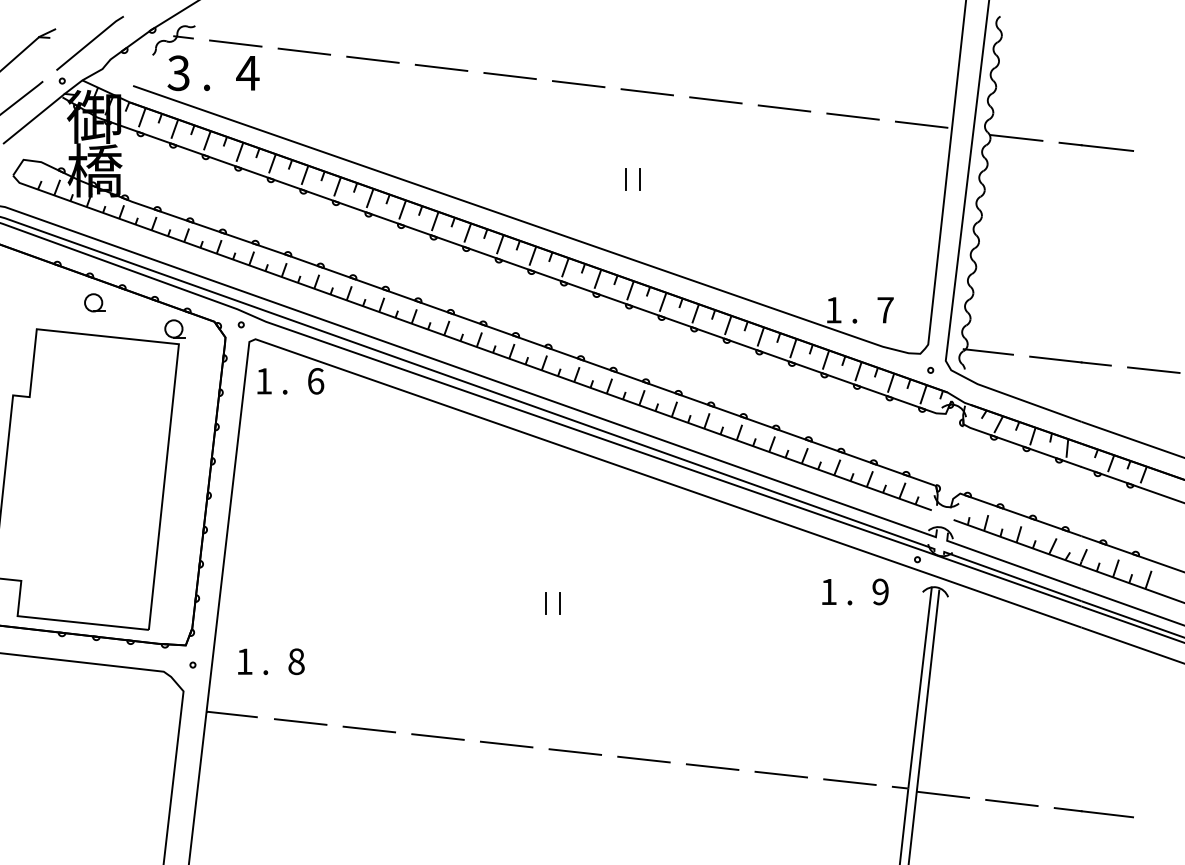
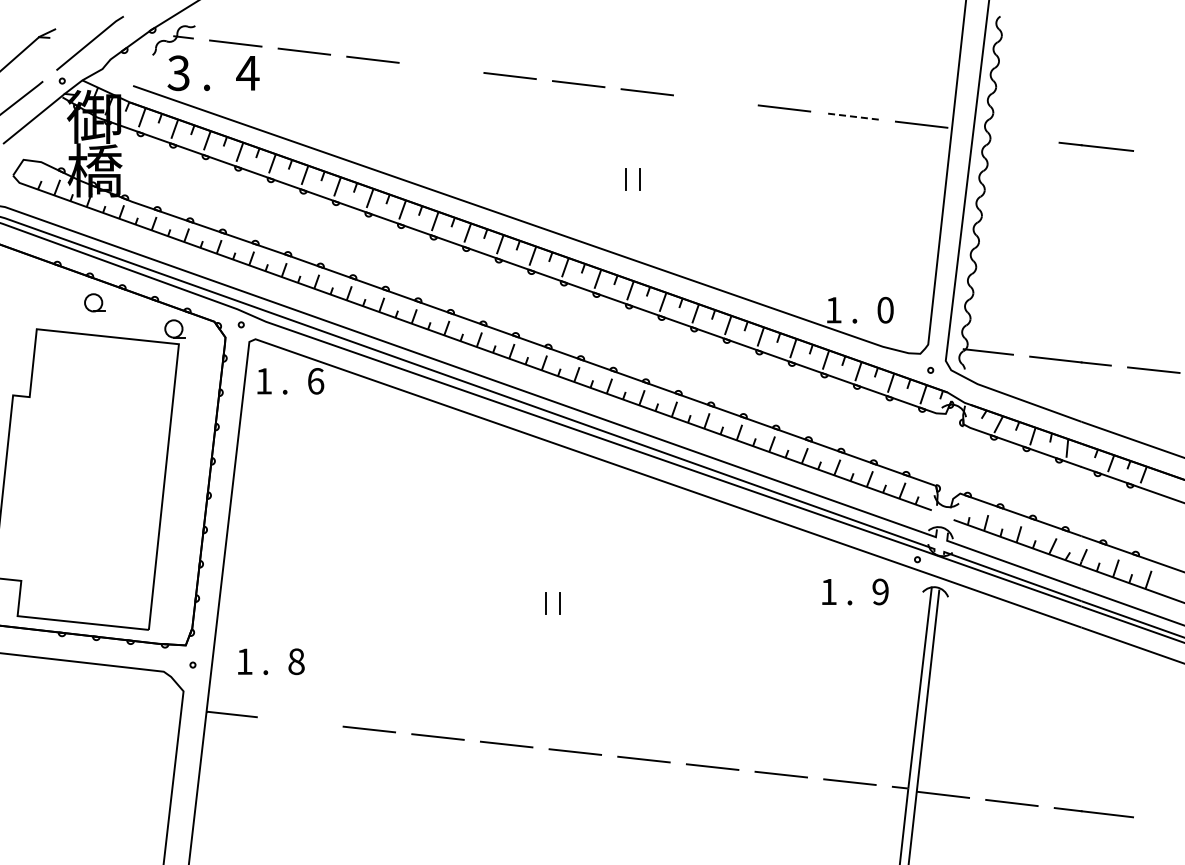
line at (441, 67): present -> none
line at (715, 100): present -> none
line at (853, 116): solid -> dashed
line at (1016, 137): present -> none
text at (885, 309): 7 -> 0
line at (300, 721): present -> none
